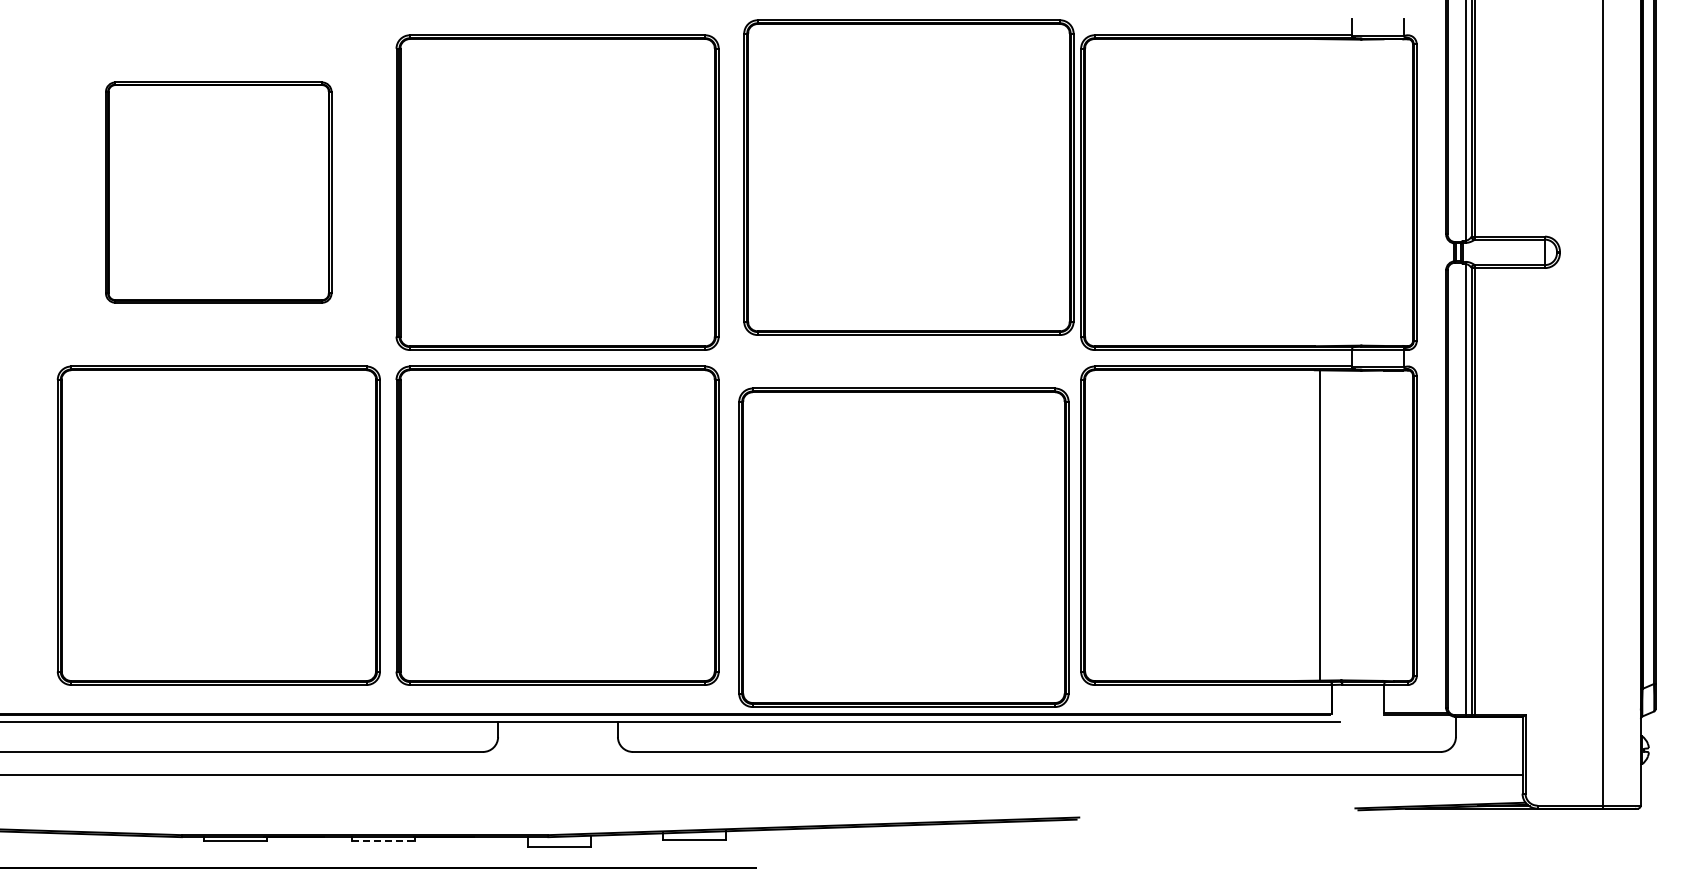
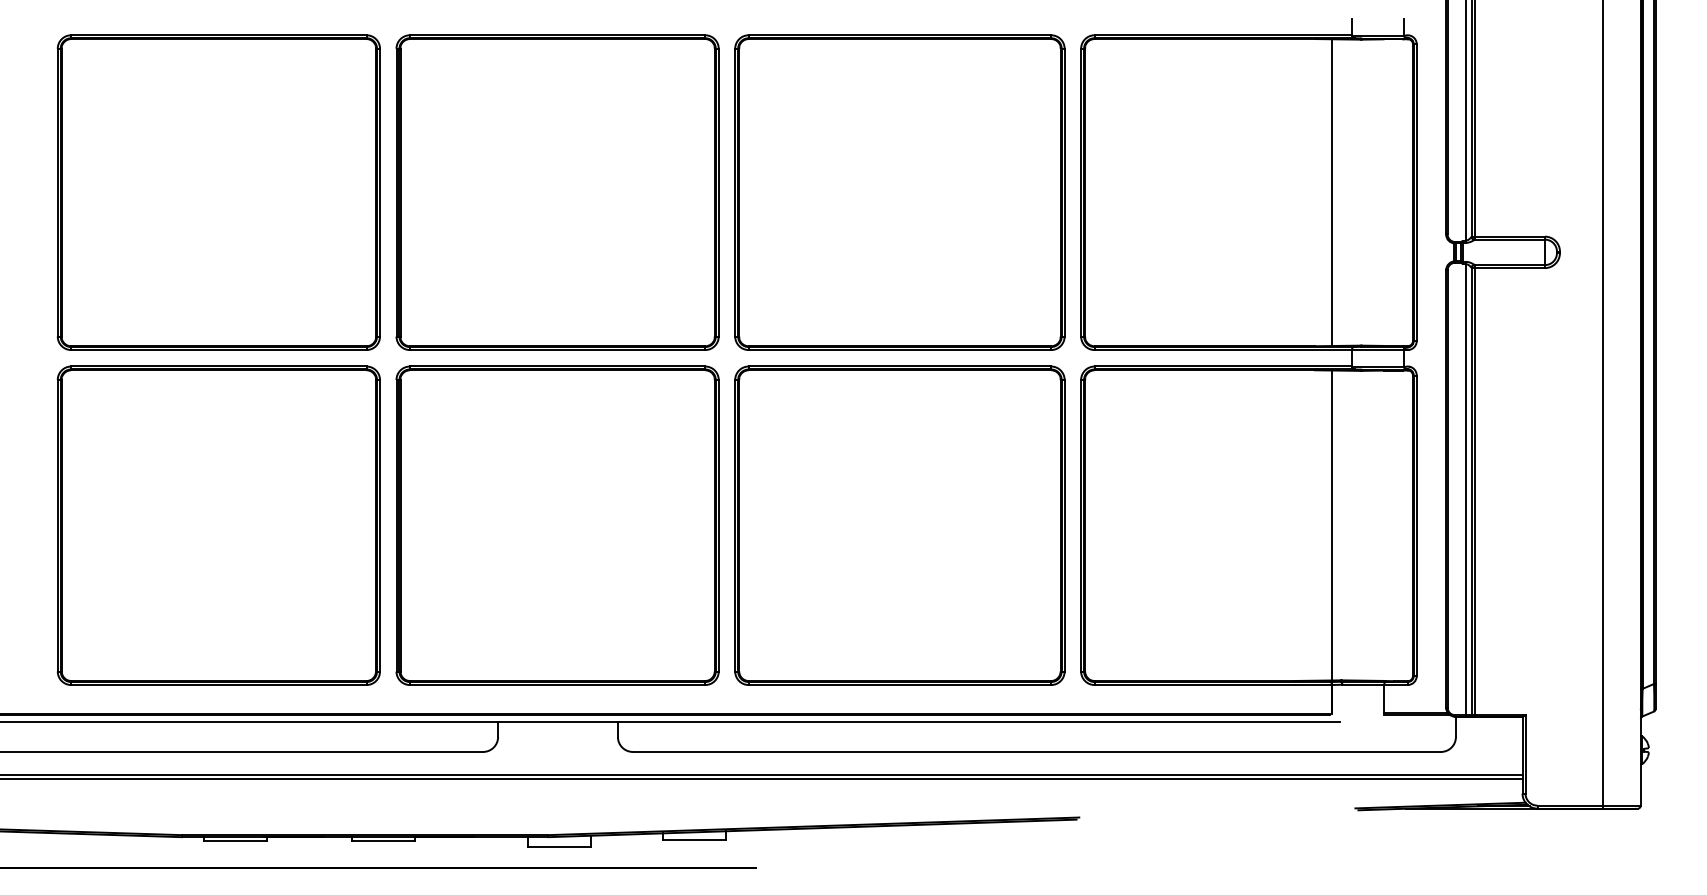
part at (908, 177) position: (908, 177) -> (899, 192)
part at (218, 192) size: 228x223 px -> 325x317 px
line at (1332, 192): none -> present
line at (1320, 525) position: (1320, 525) -> (1332, 525)
part at (903, 547) position: (903, 547) -> (899, 525)
line at (762, 778): none -> present
line at (384, 841): dashed -> solid
